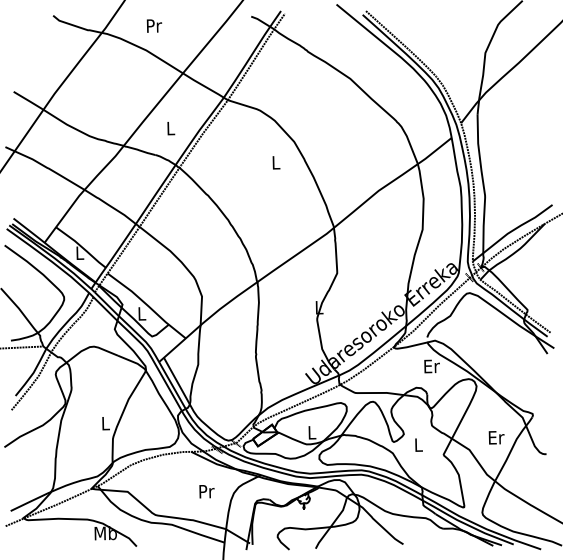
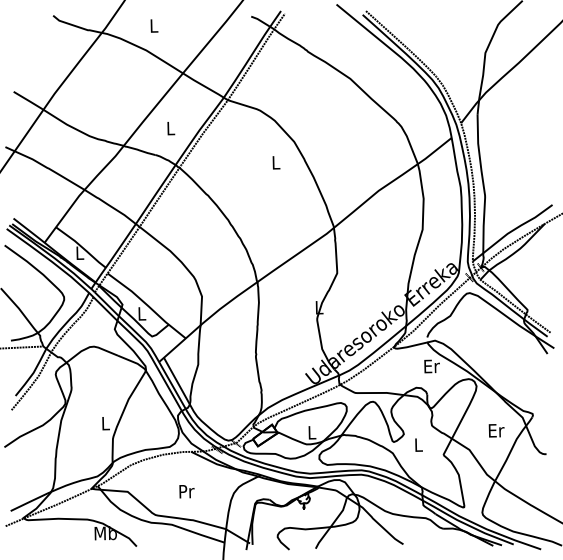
text at (154, 25): Pr -> L
text at (496, 437) position: (496, 437) -> (496, 430)
text at (206, 491) position: (206, 491) -> (186, 491)
